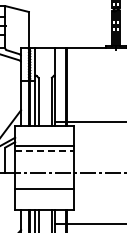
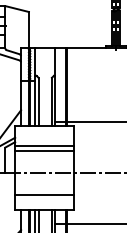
line at (45, 151): dashed -> solid
line at (44, 188) position: (44, 188) -> (44, 194)
